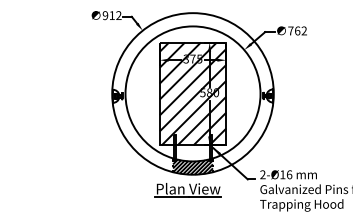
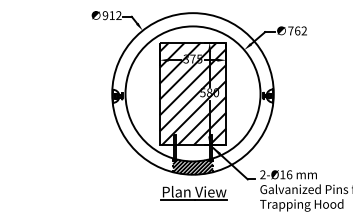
part at (187, 190) position: (187, 190) -> (193, 193)
